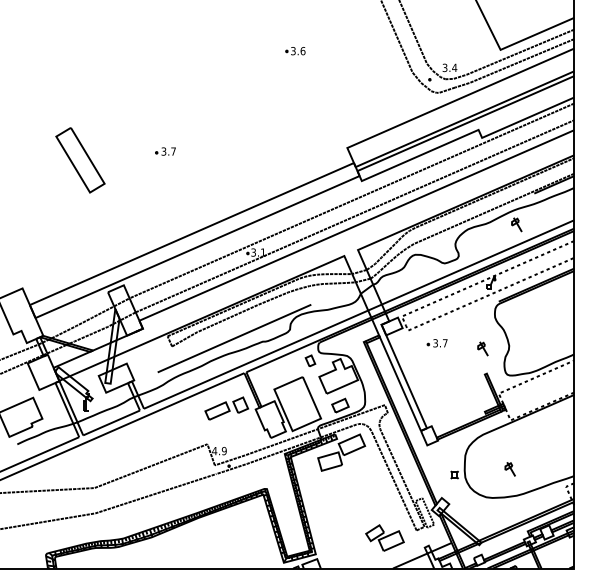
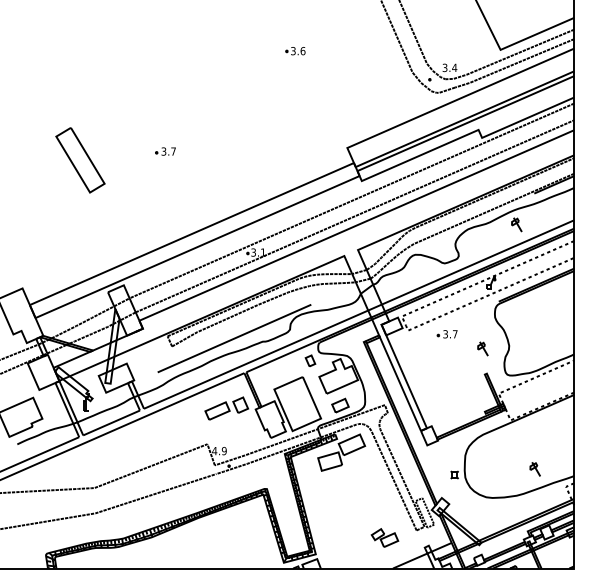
part at (436, 343) position: (436, 343) -> (446, 334)
part at (509, 469) position: (509, 469) -> (534, 469)
part at (384, 537) size: 40x28 px -> 30x20 px
